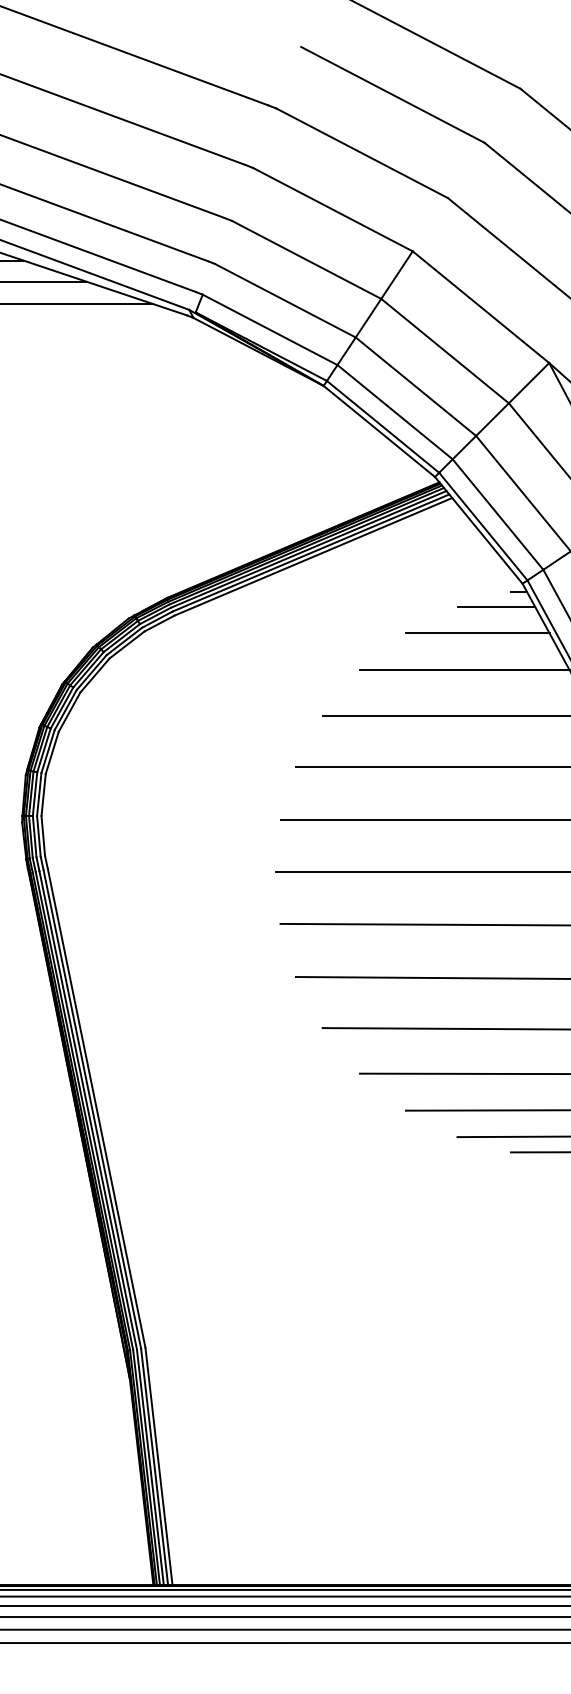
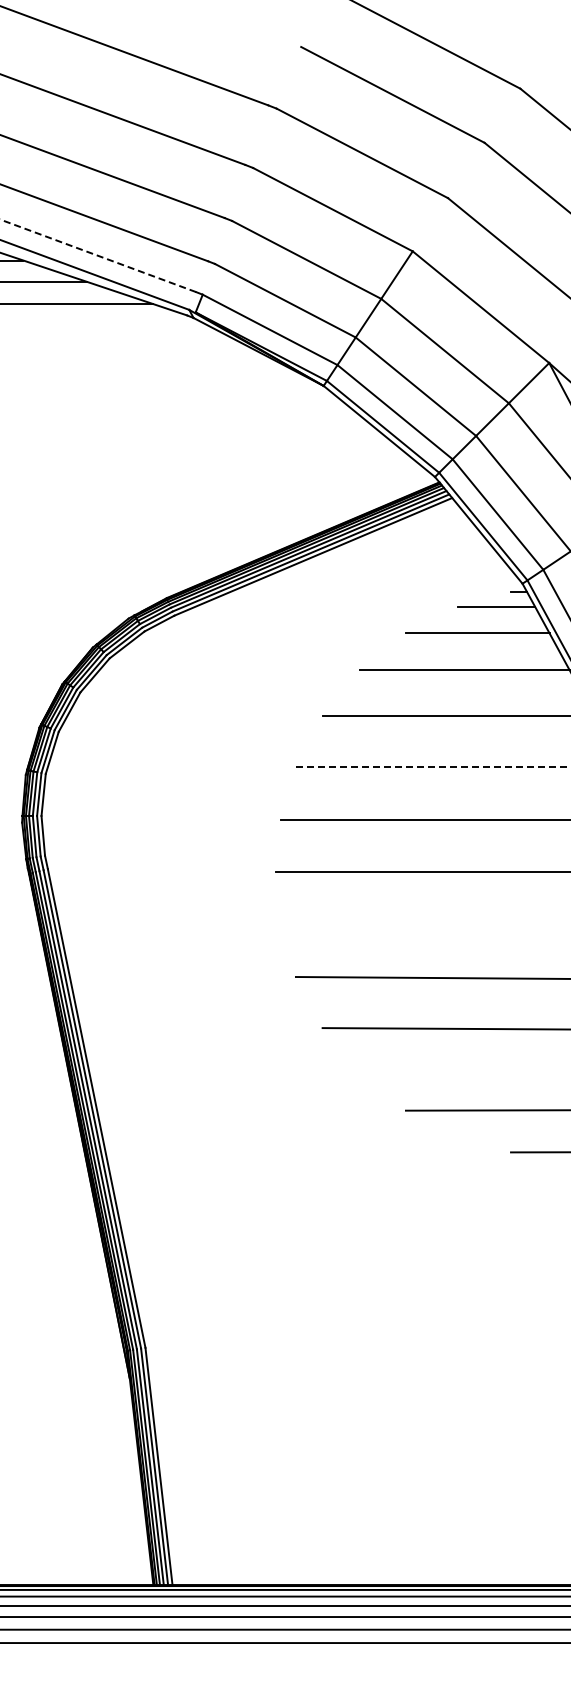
line at (97, 255): solid -> dashed
line at (433, 767): solid -> dashed
line at (423, 924): present -> none
line at (463, 1073): present -> none
line at (512, 1136): present -> none
